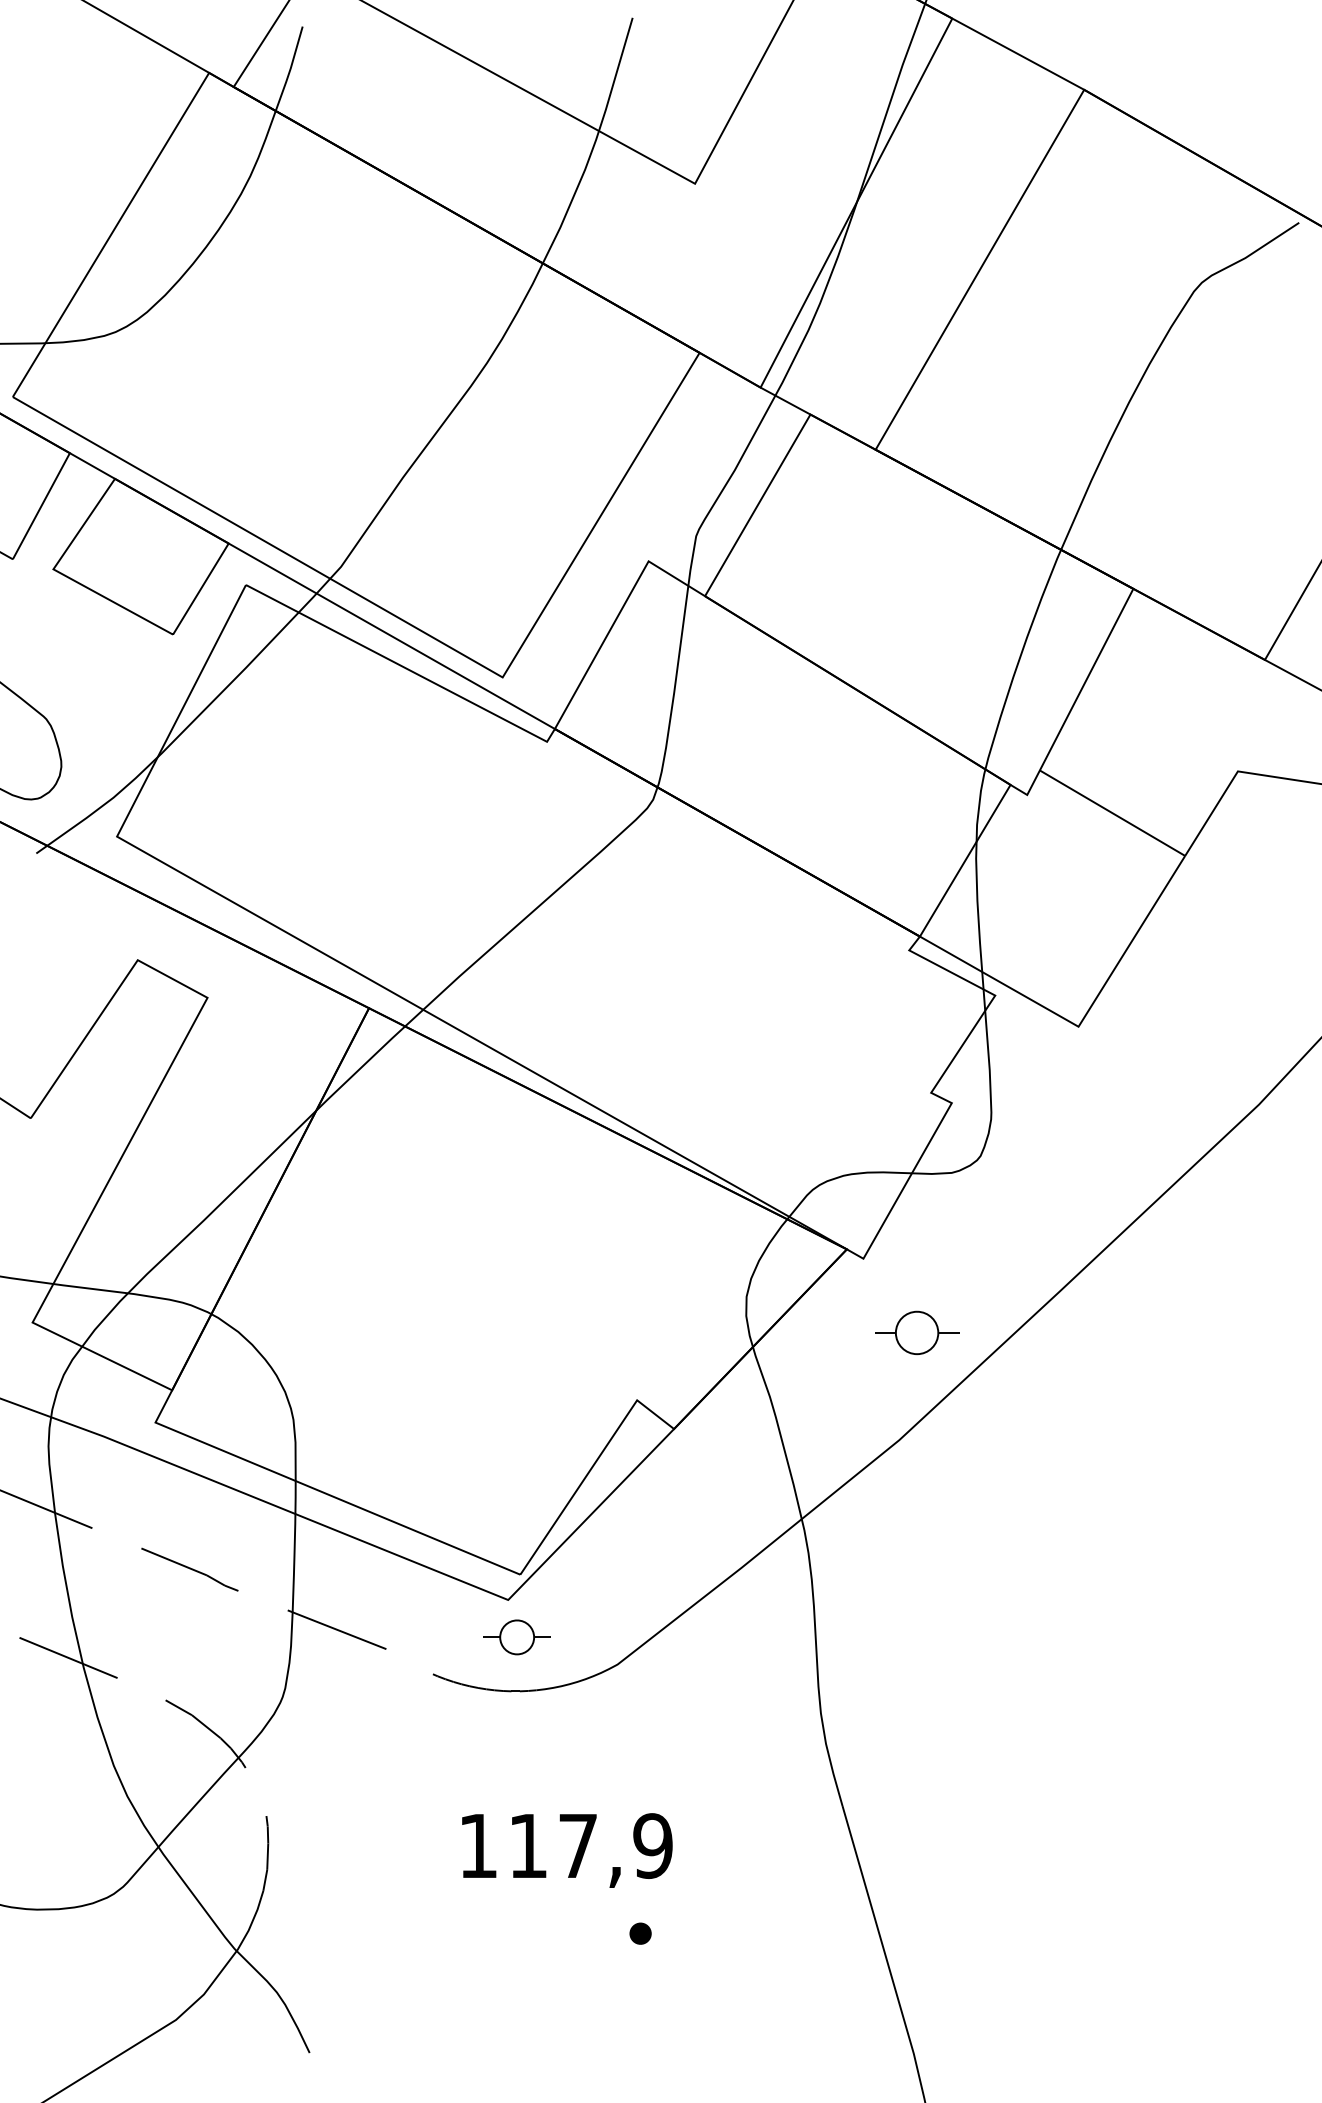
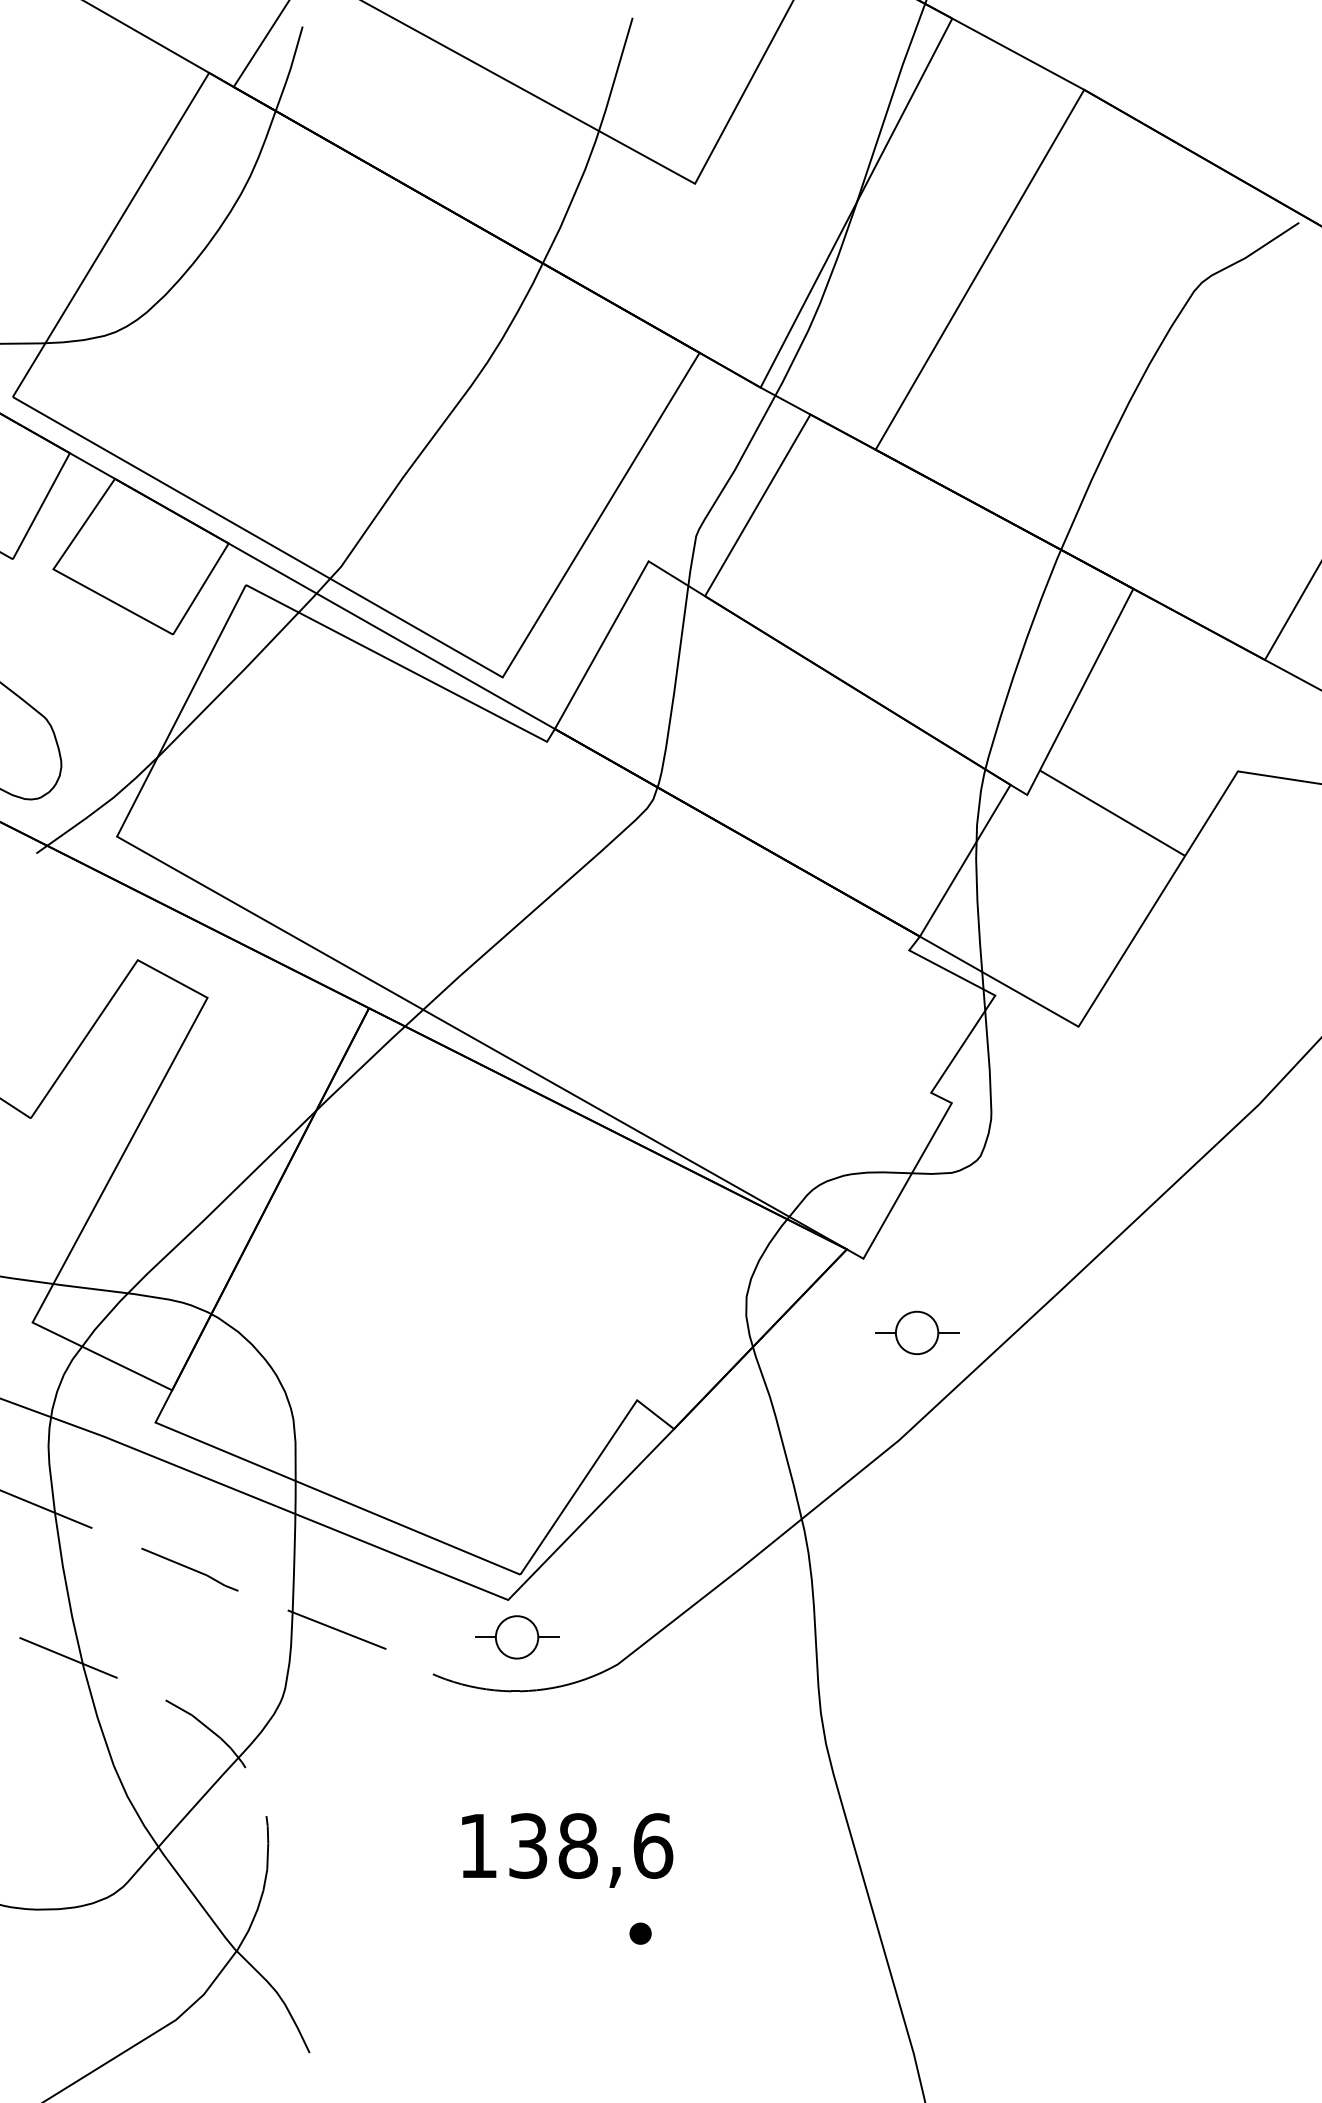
part at (516, 1637) size: 68x37 px -> 85x45 px
text at (591, 1845): 117,9 -> 138,6
